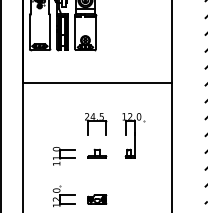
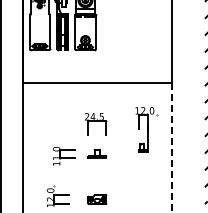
part at (133, 135) position: (133, 135) -> (146, 129)
line at (172, 148): solid -> dashed
part at (63, 196) position: (63, 196) -> (57, 196)
